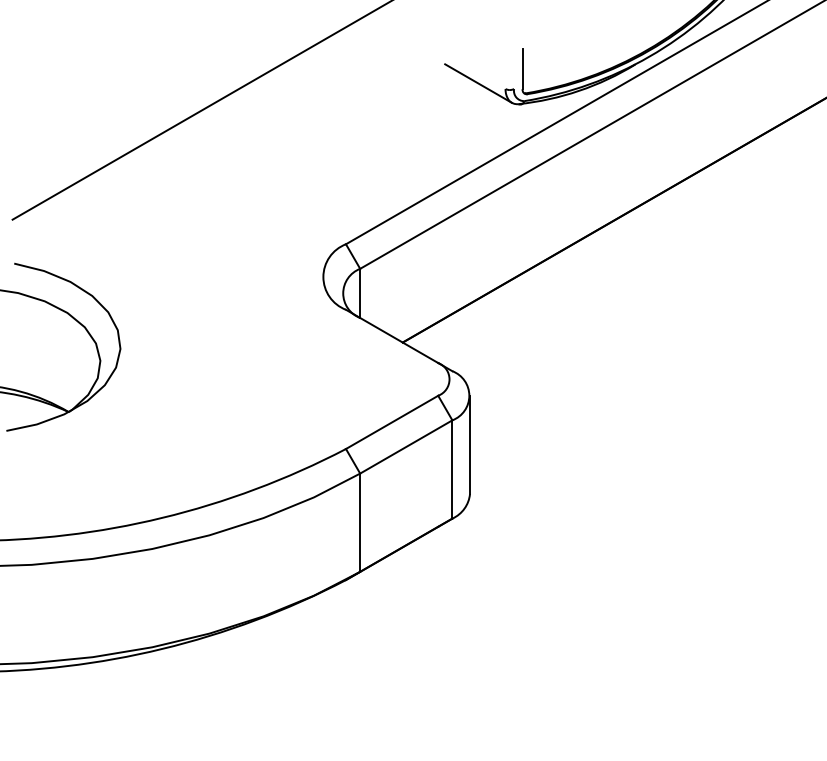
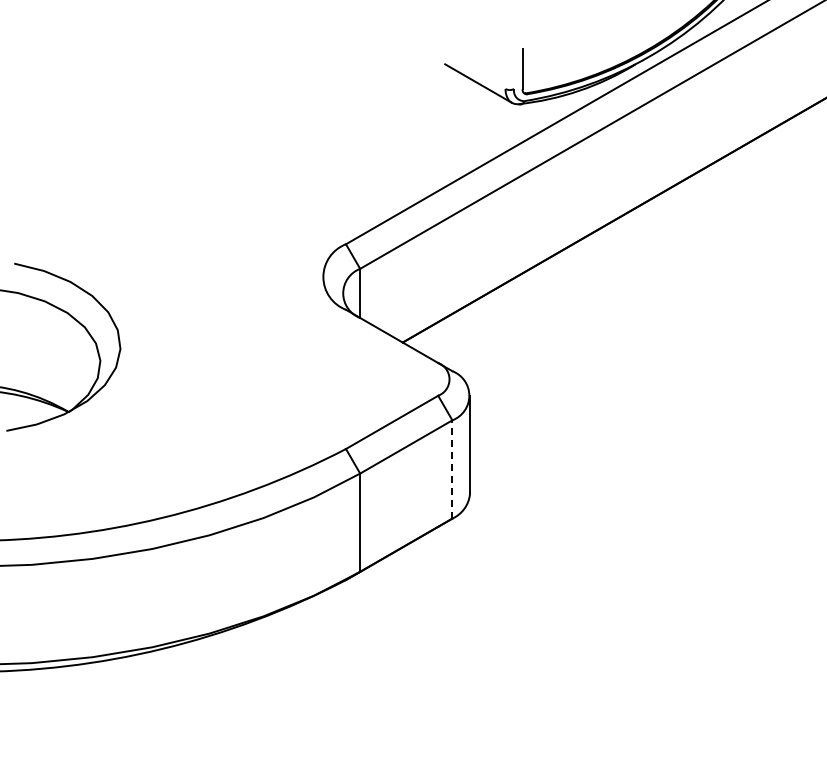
line at (200, 110): present -> none
line at (452, 469): solid -> dashed
